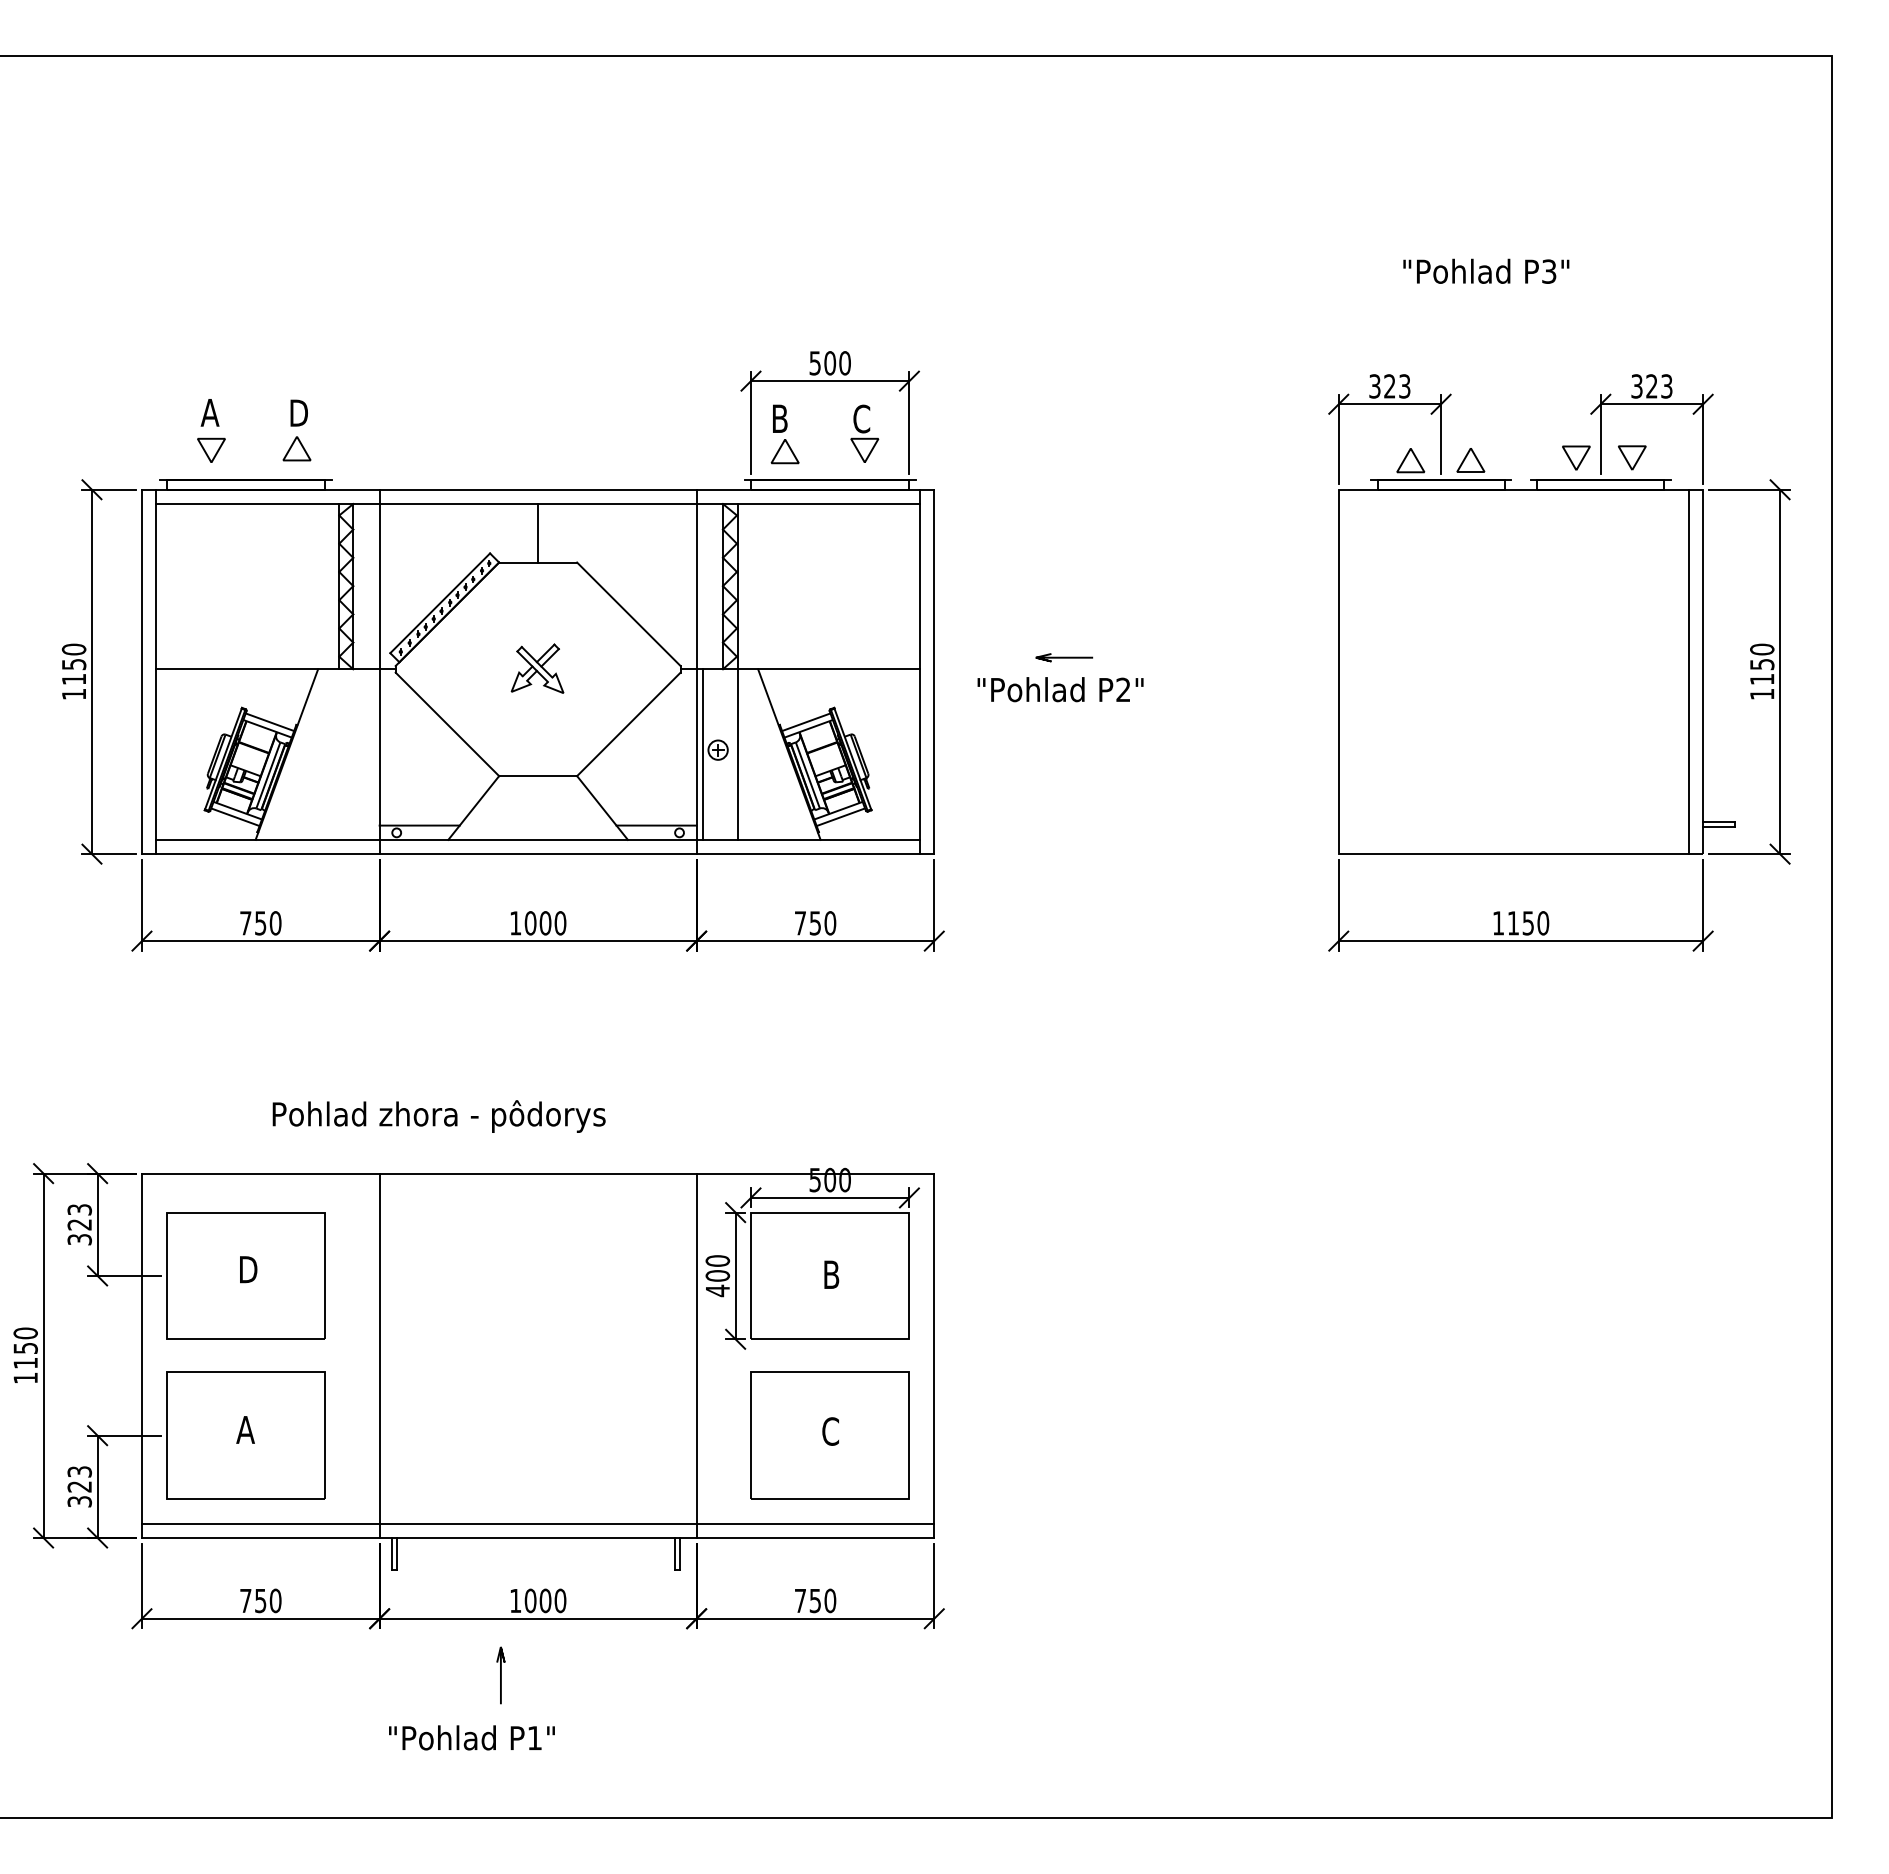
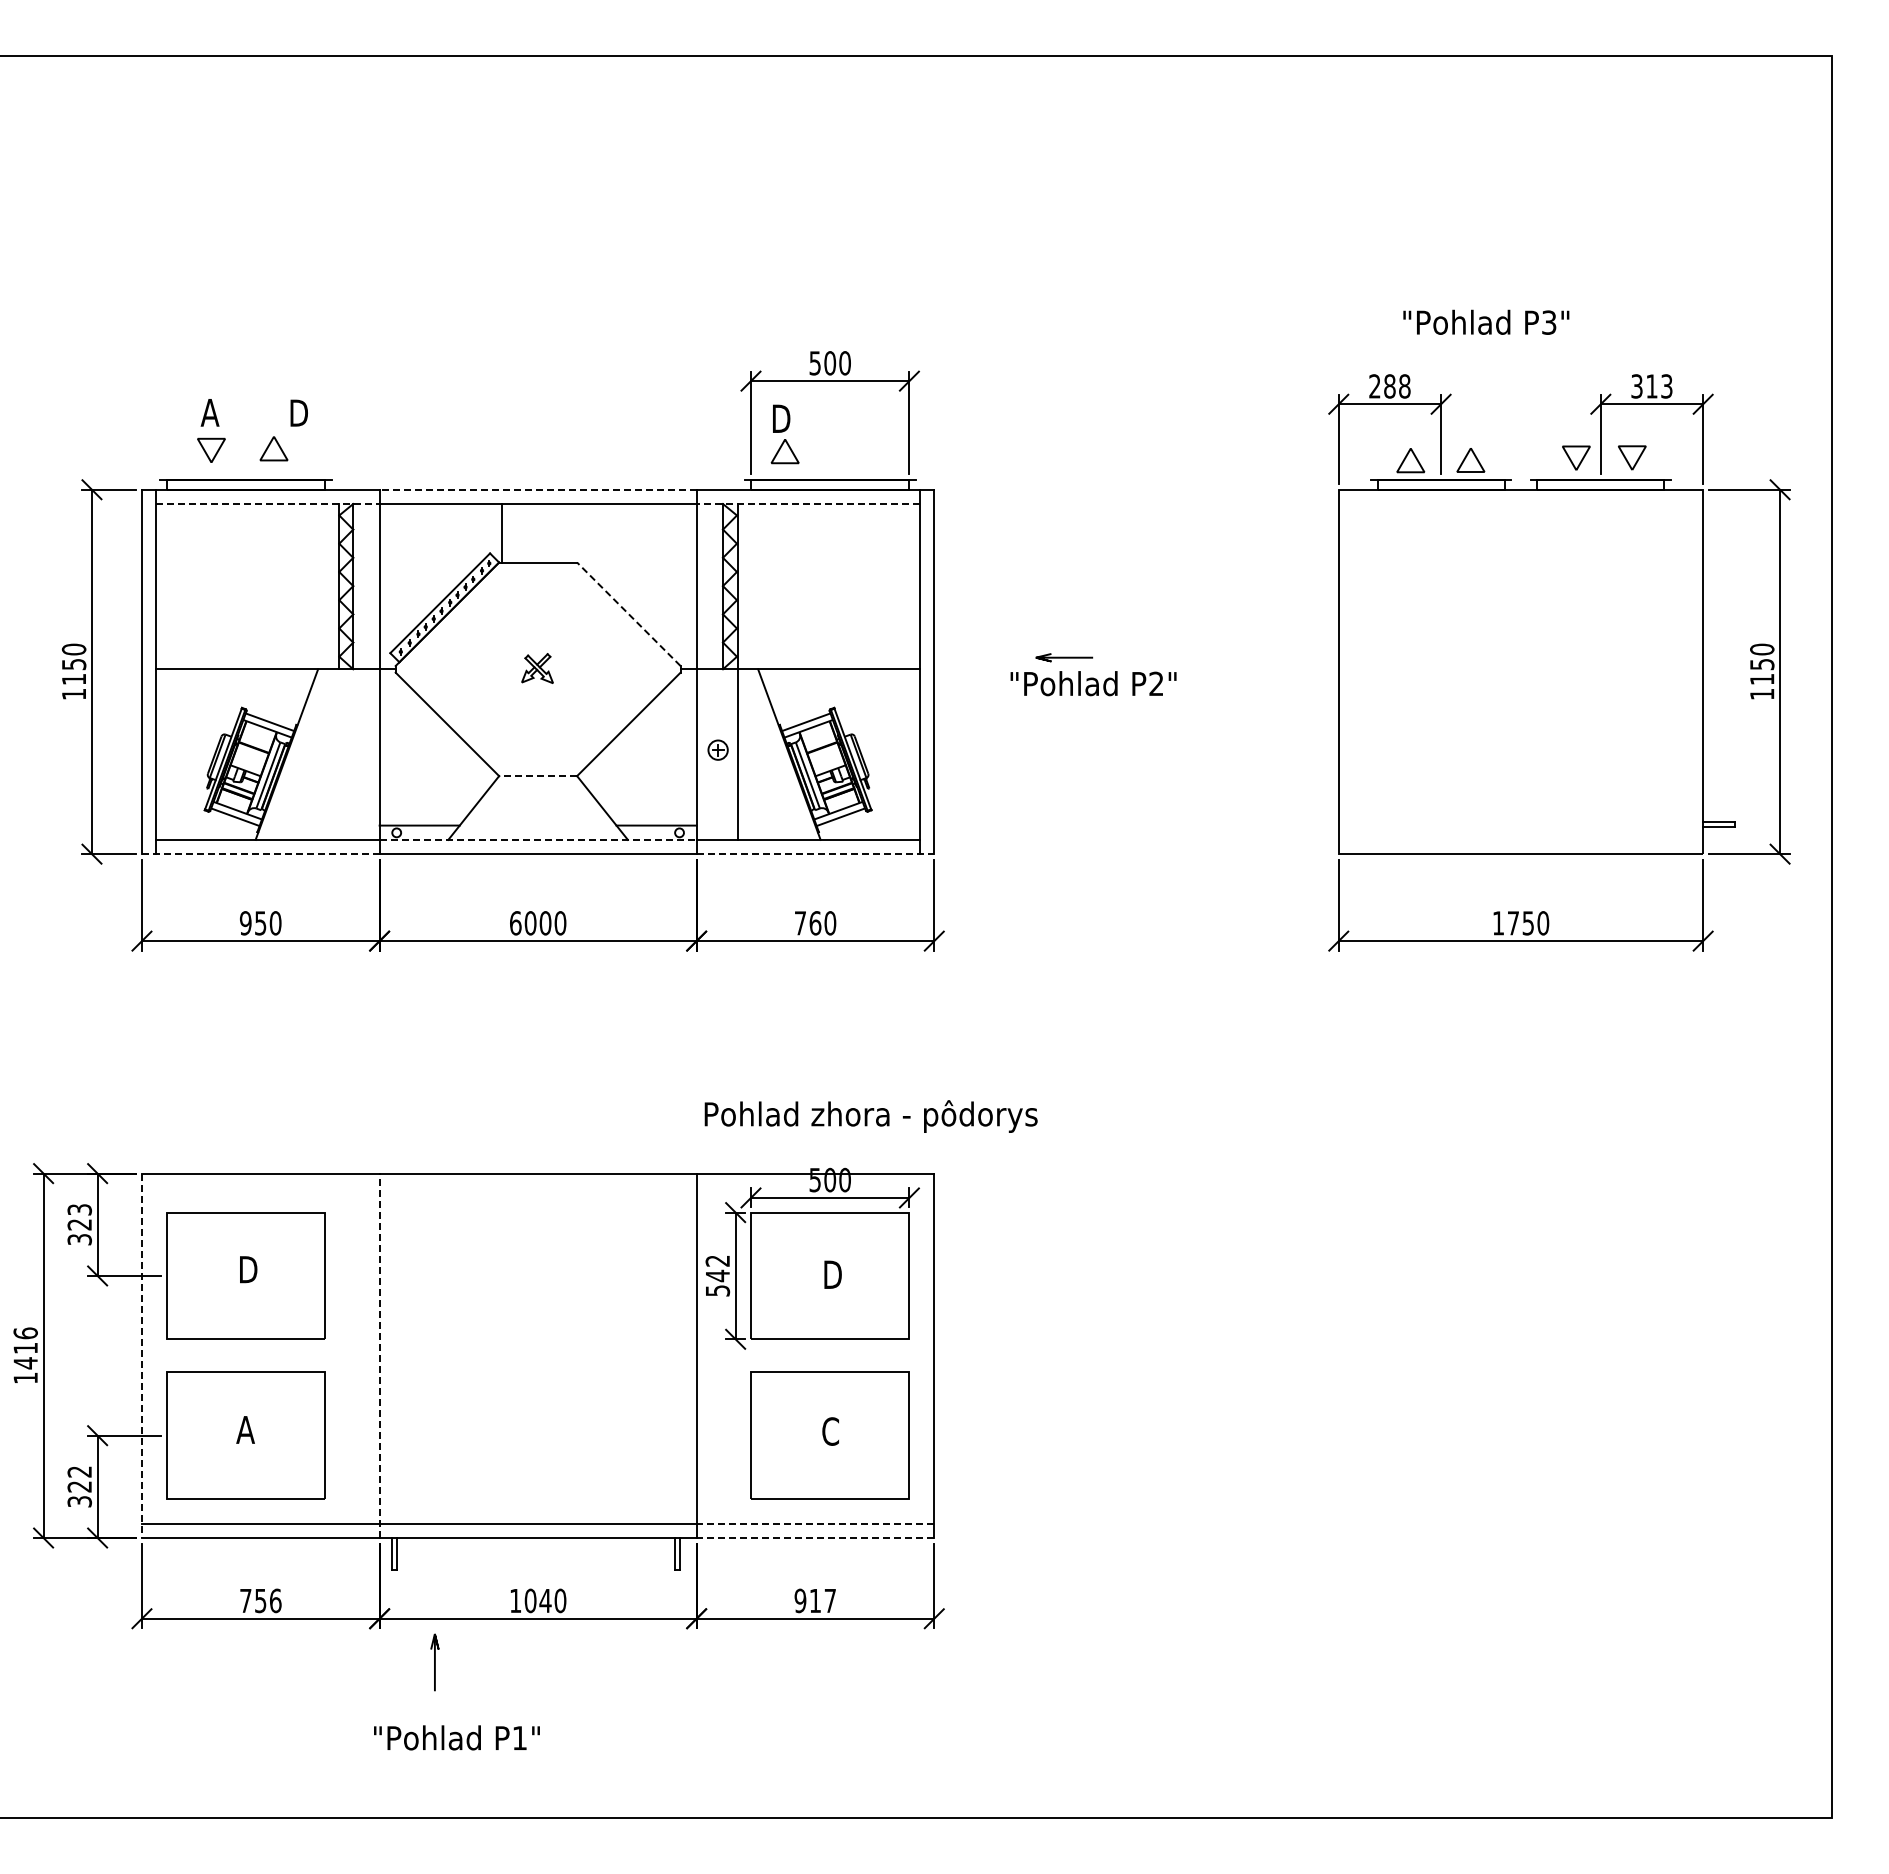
text at (1486, 270) position: (1486, 270) -> (1486, 321)
text at (1389, 386): 323 -> 288
text at (1651, 386): 323 -> 313
text at (782, 418): B -> D
part at (864, 433): present -> none
part at (296, 448) position: (296, 448) -> (273, 448)
line at (538, 489): solid -> dashed
line at (267, 504): solid -> dashed
line at (808, 504): solid -> dashed
line at (538, 533) position: (538, 533) -> (502, 533)
line at (628, 613): solid -> dashed
part at (537, 668) size: 55x51 px -> 33x31 px
line at (1688, 671): present -> none
text at (1060, 689) position: (1060, 689) -> (1093, 683)
line at (703, 754): present -> none
line at (538, 776): solid -> dashed
line at (538, 839): solid -> dashed
line at (260, 854): solid -> dashed
line at (815, 854): solid -> dashed
text at (245, 923): 750 -> 950
text at (515, 923): 1000 -> 6000
text at (815, 923): 750 -> 760
text at (1513, 923): 1150 -> 1750
text at (438, 1116) position: (438, 1116) -> (870, 1116)
text at (834, 1274): B -> D
text at (717, 1276): 400 -> 542
text at (25, 1348): 1150 -> 1416
line at (379, 1355): solid -> dashed
line at (141, 1356): solid -> dashed
text at (79, 1471): 323 -> 322
line at (815, 1523): solid -> dashed
line at (815, 1538): solid -> dashed
text at (275, 1600): 750 -> 756
text at (545, 1600): 1000 -> 1040
text at (815, 1600): 750 -> 917
line at (500, 1675) position: (500, 1675) -> (434, 1662)
text at (471, 1737) position: (471, 1737) -> (456, 1737)
